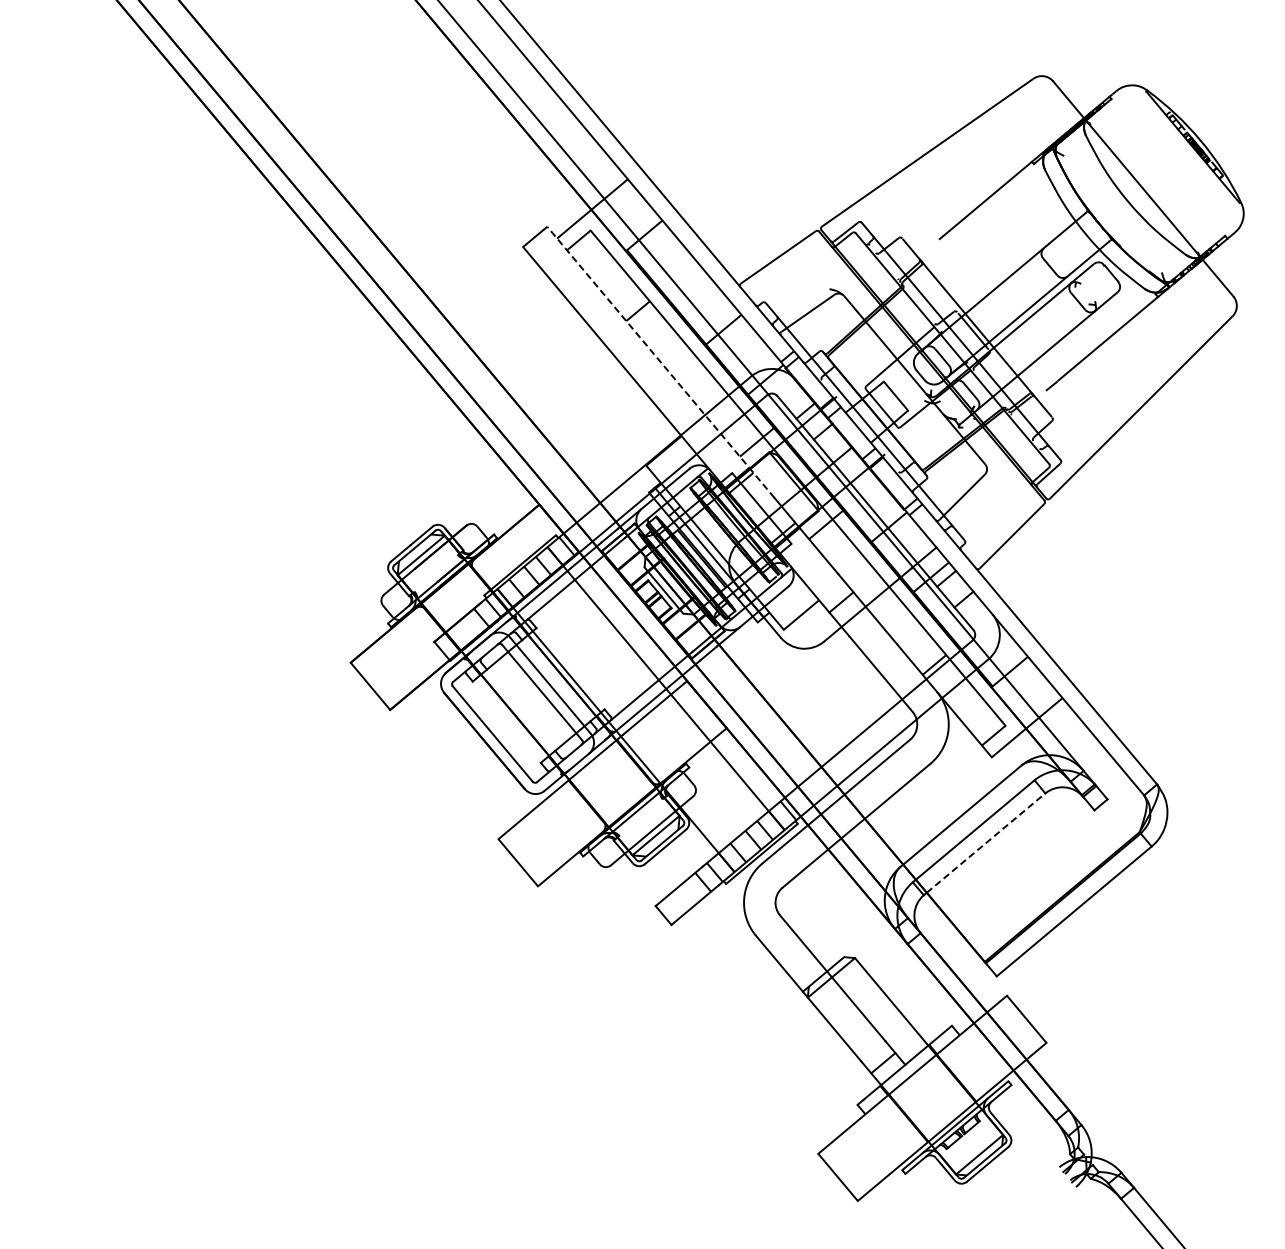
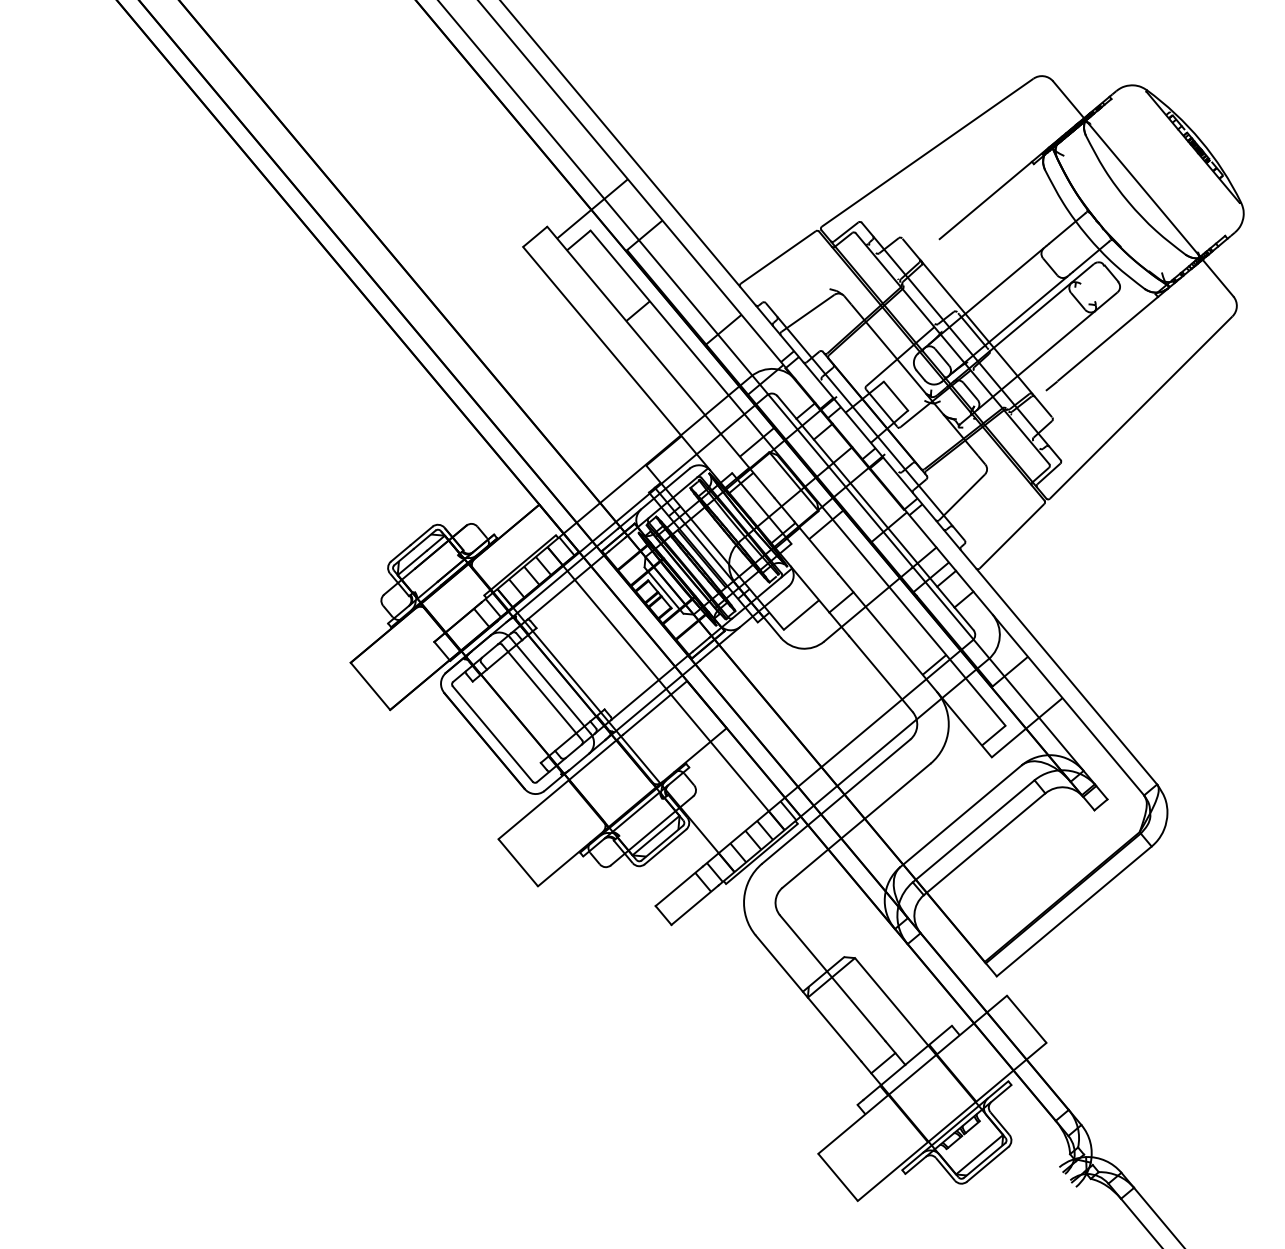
line at (660, 362): dashed -> solid
line at (986, 842): dashed -> solid
